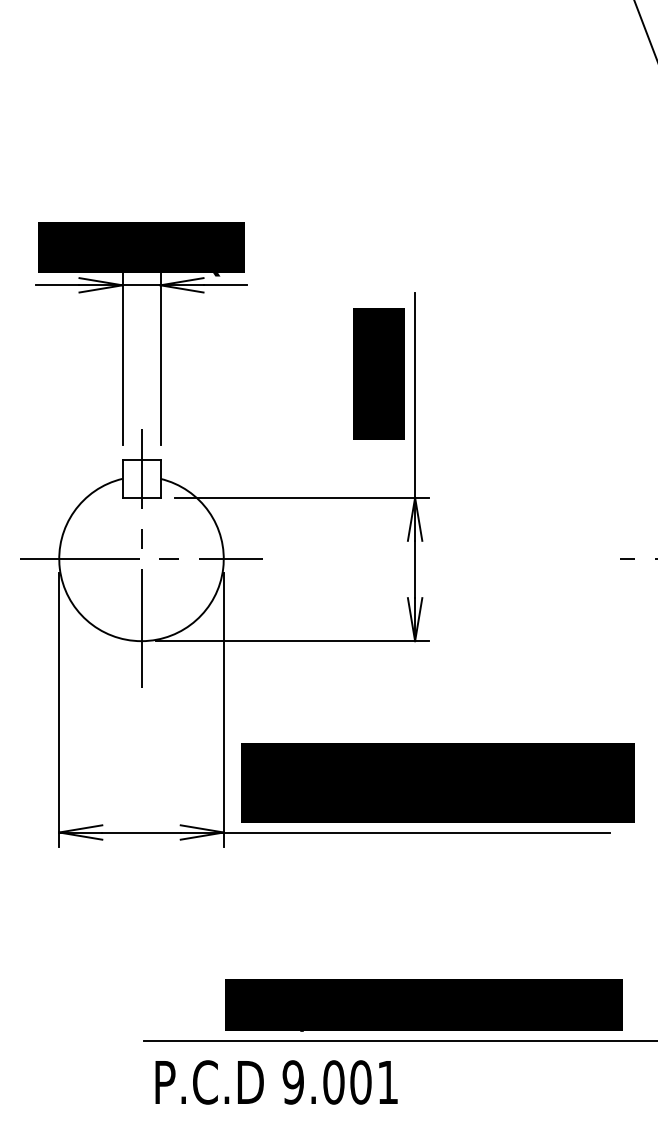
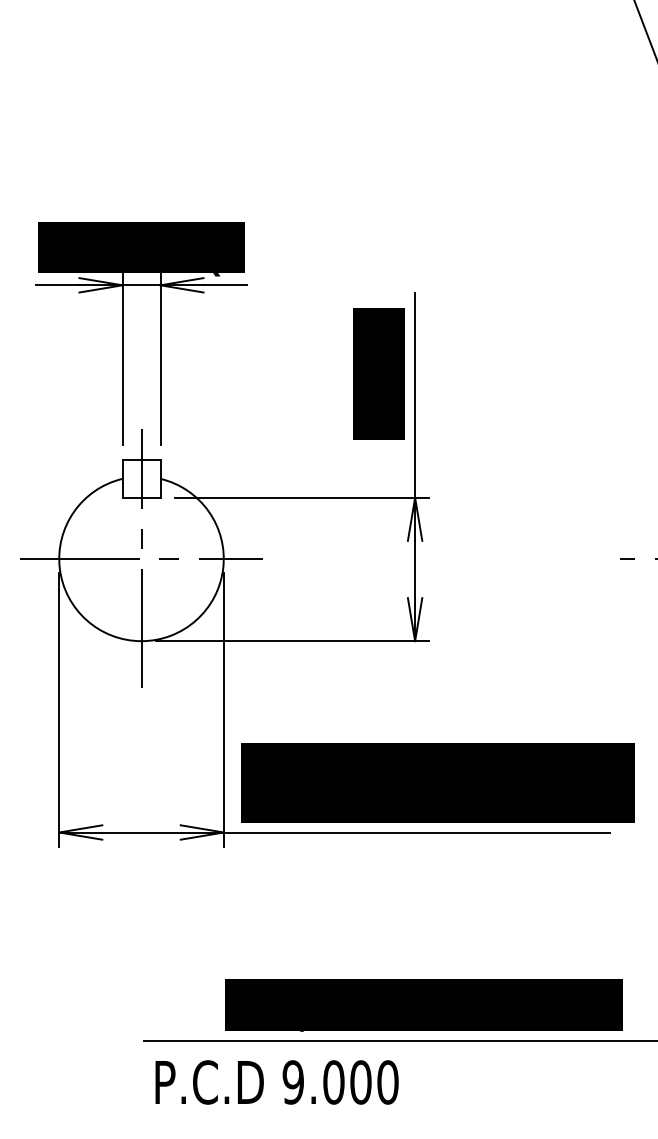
text at (387, 1082): 9.001 -> 9.000
